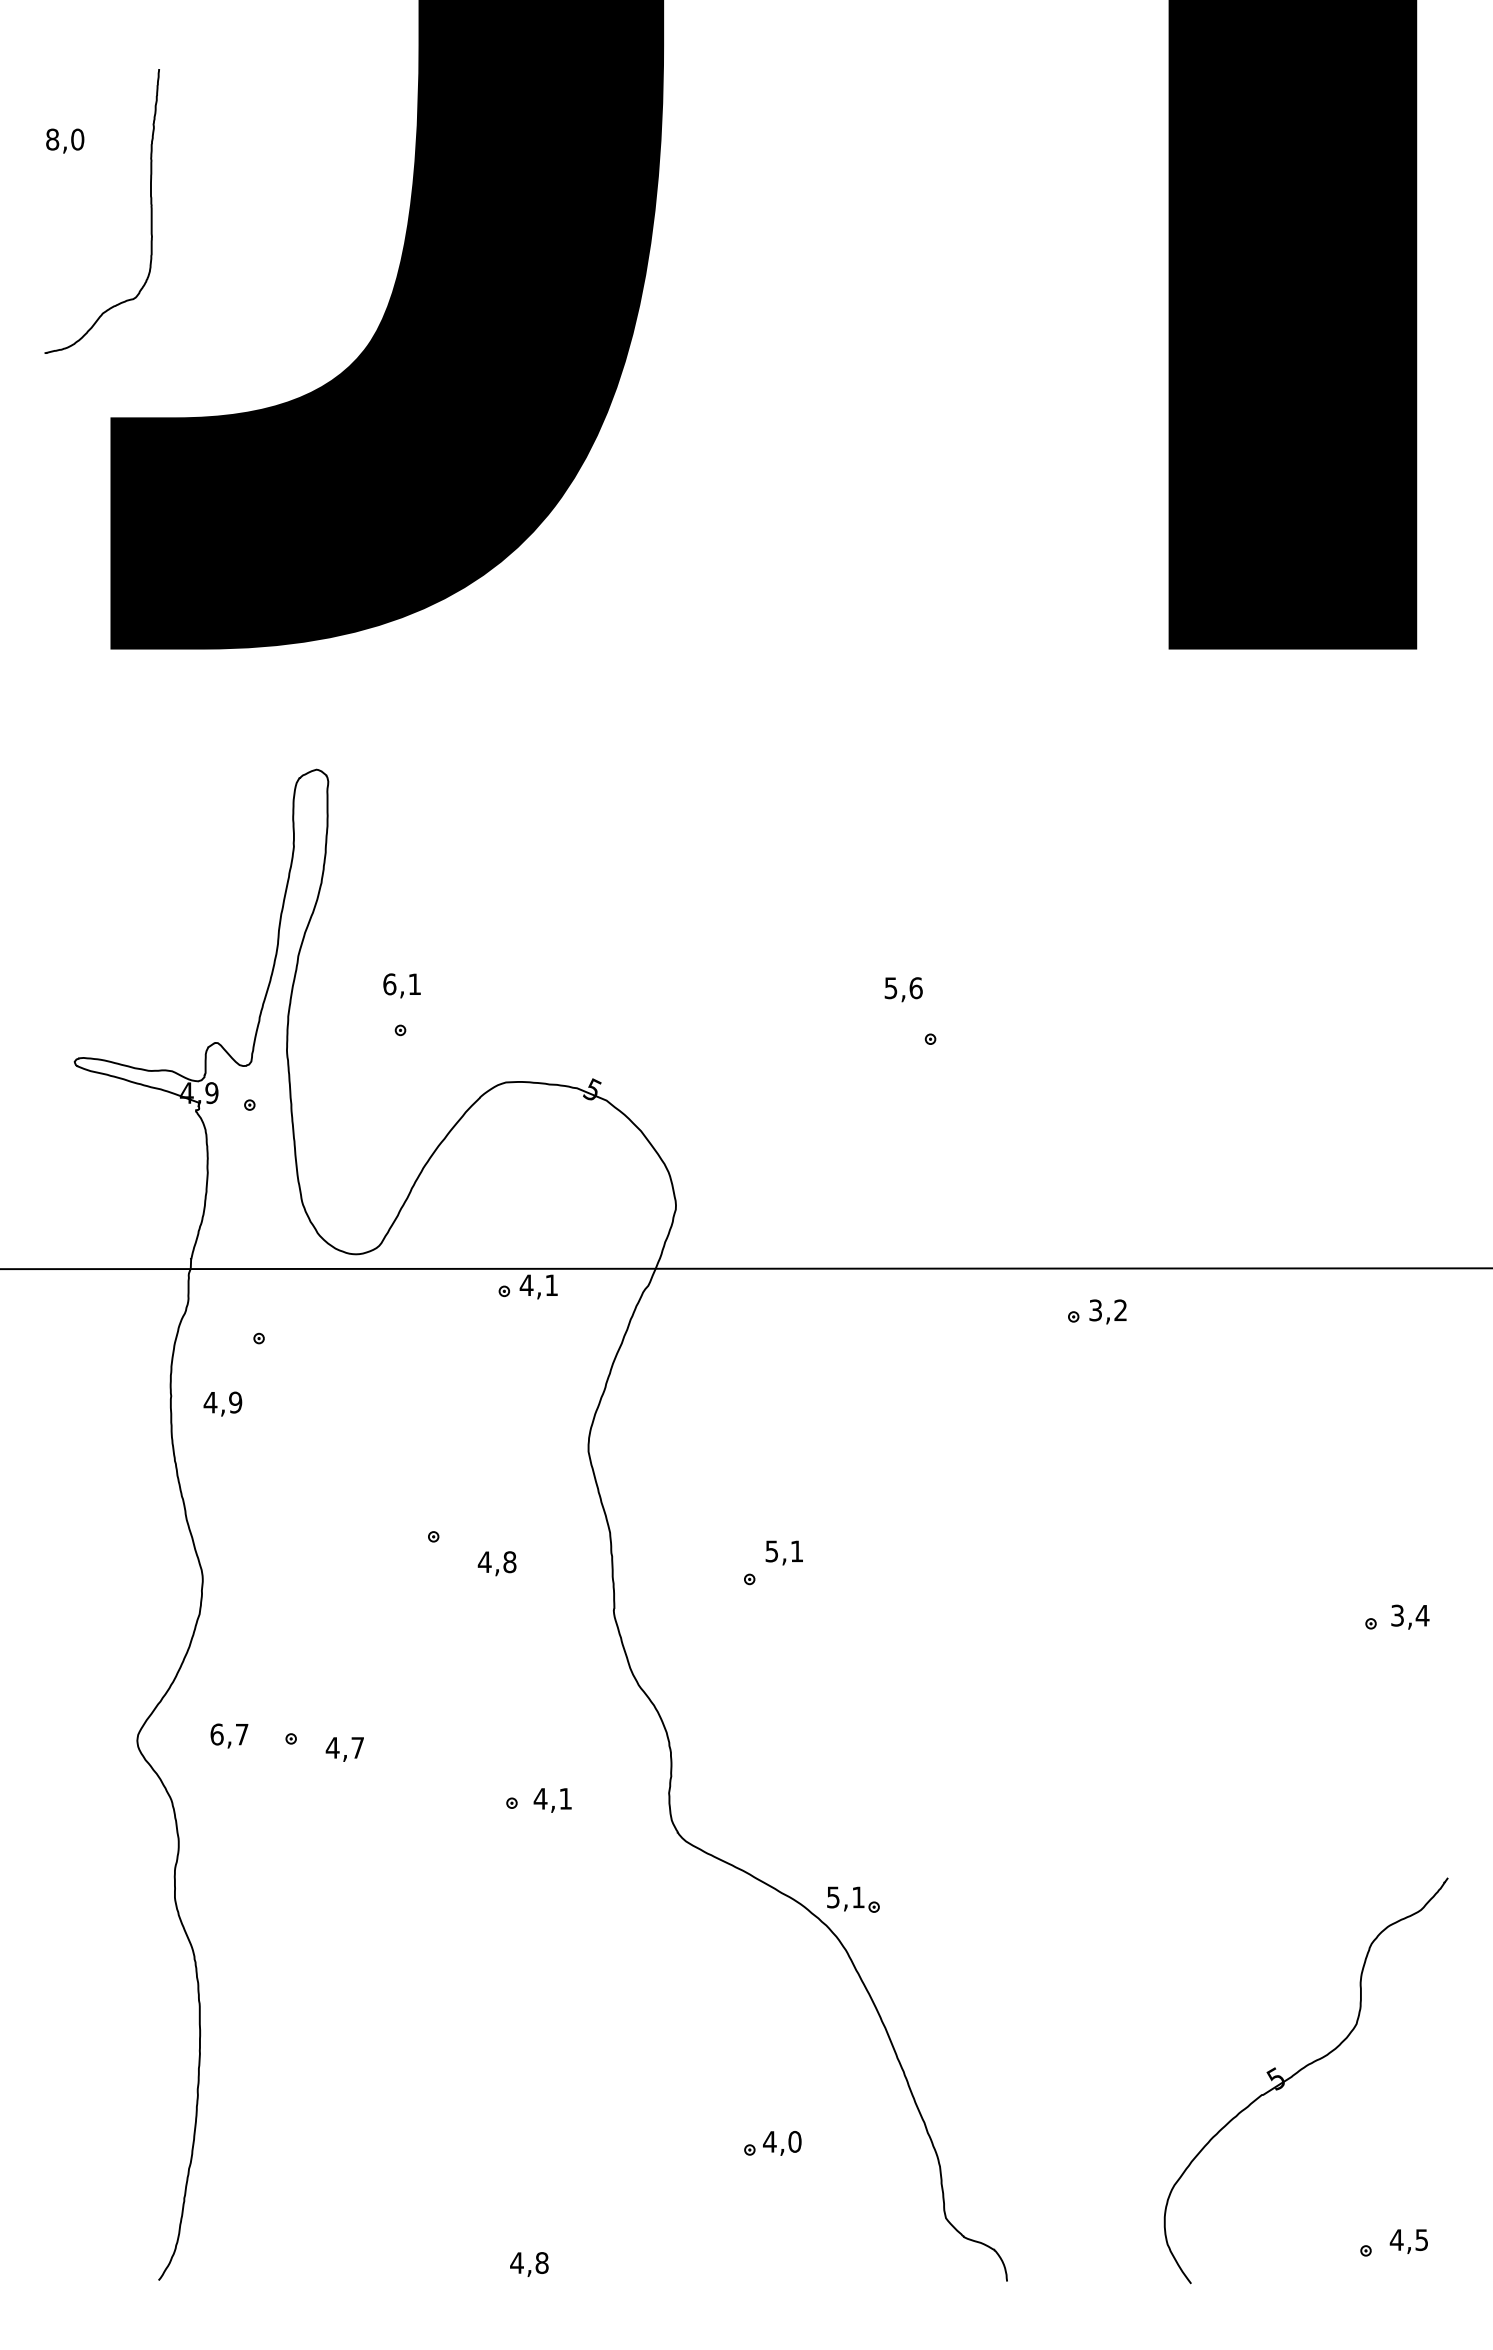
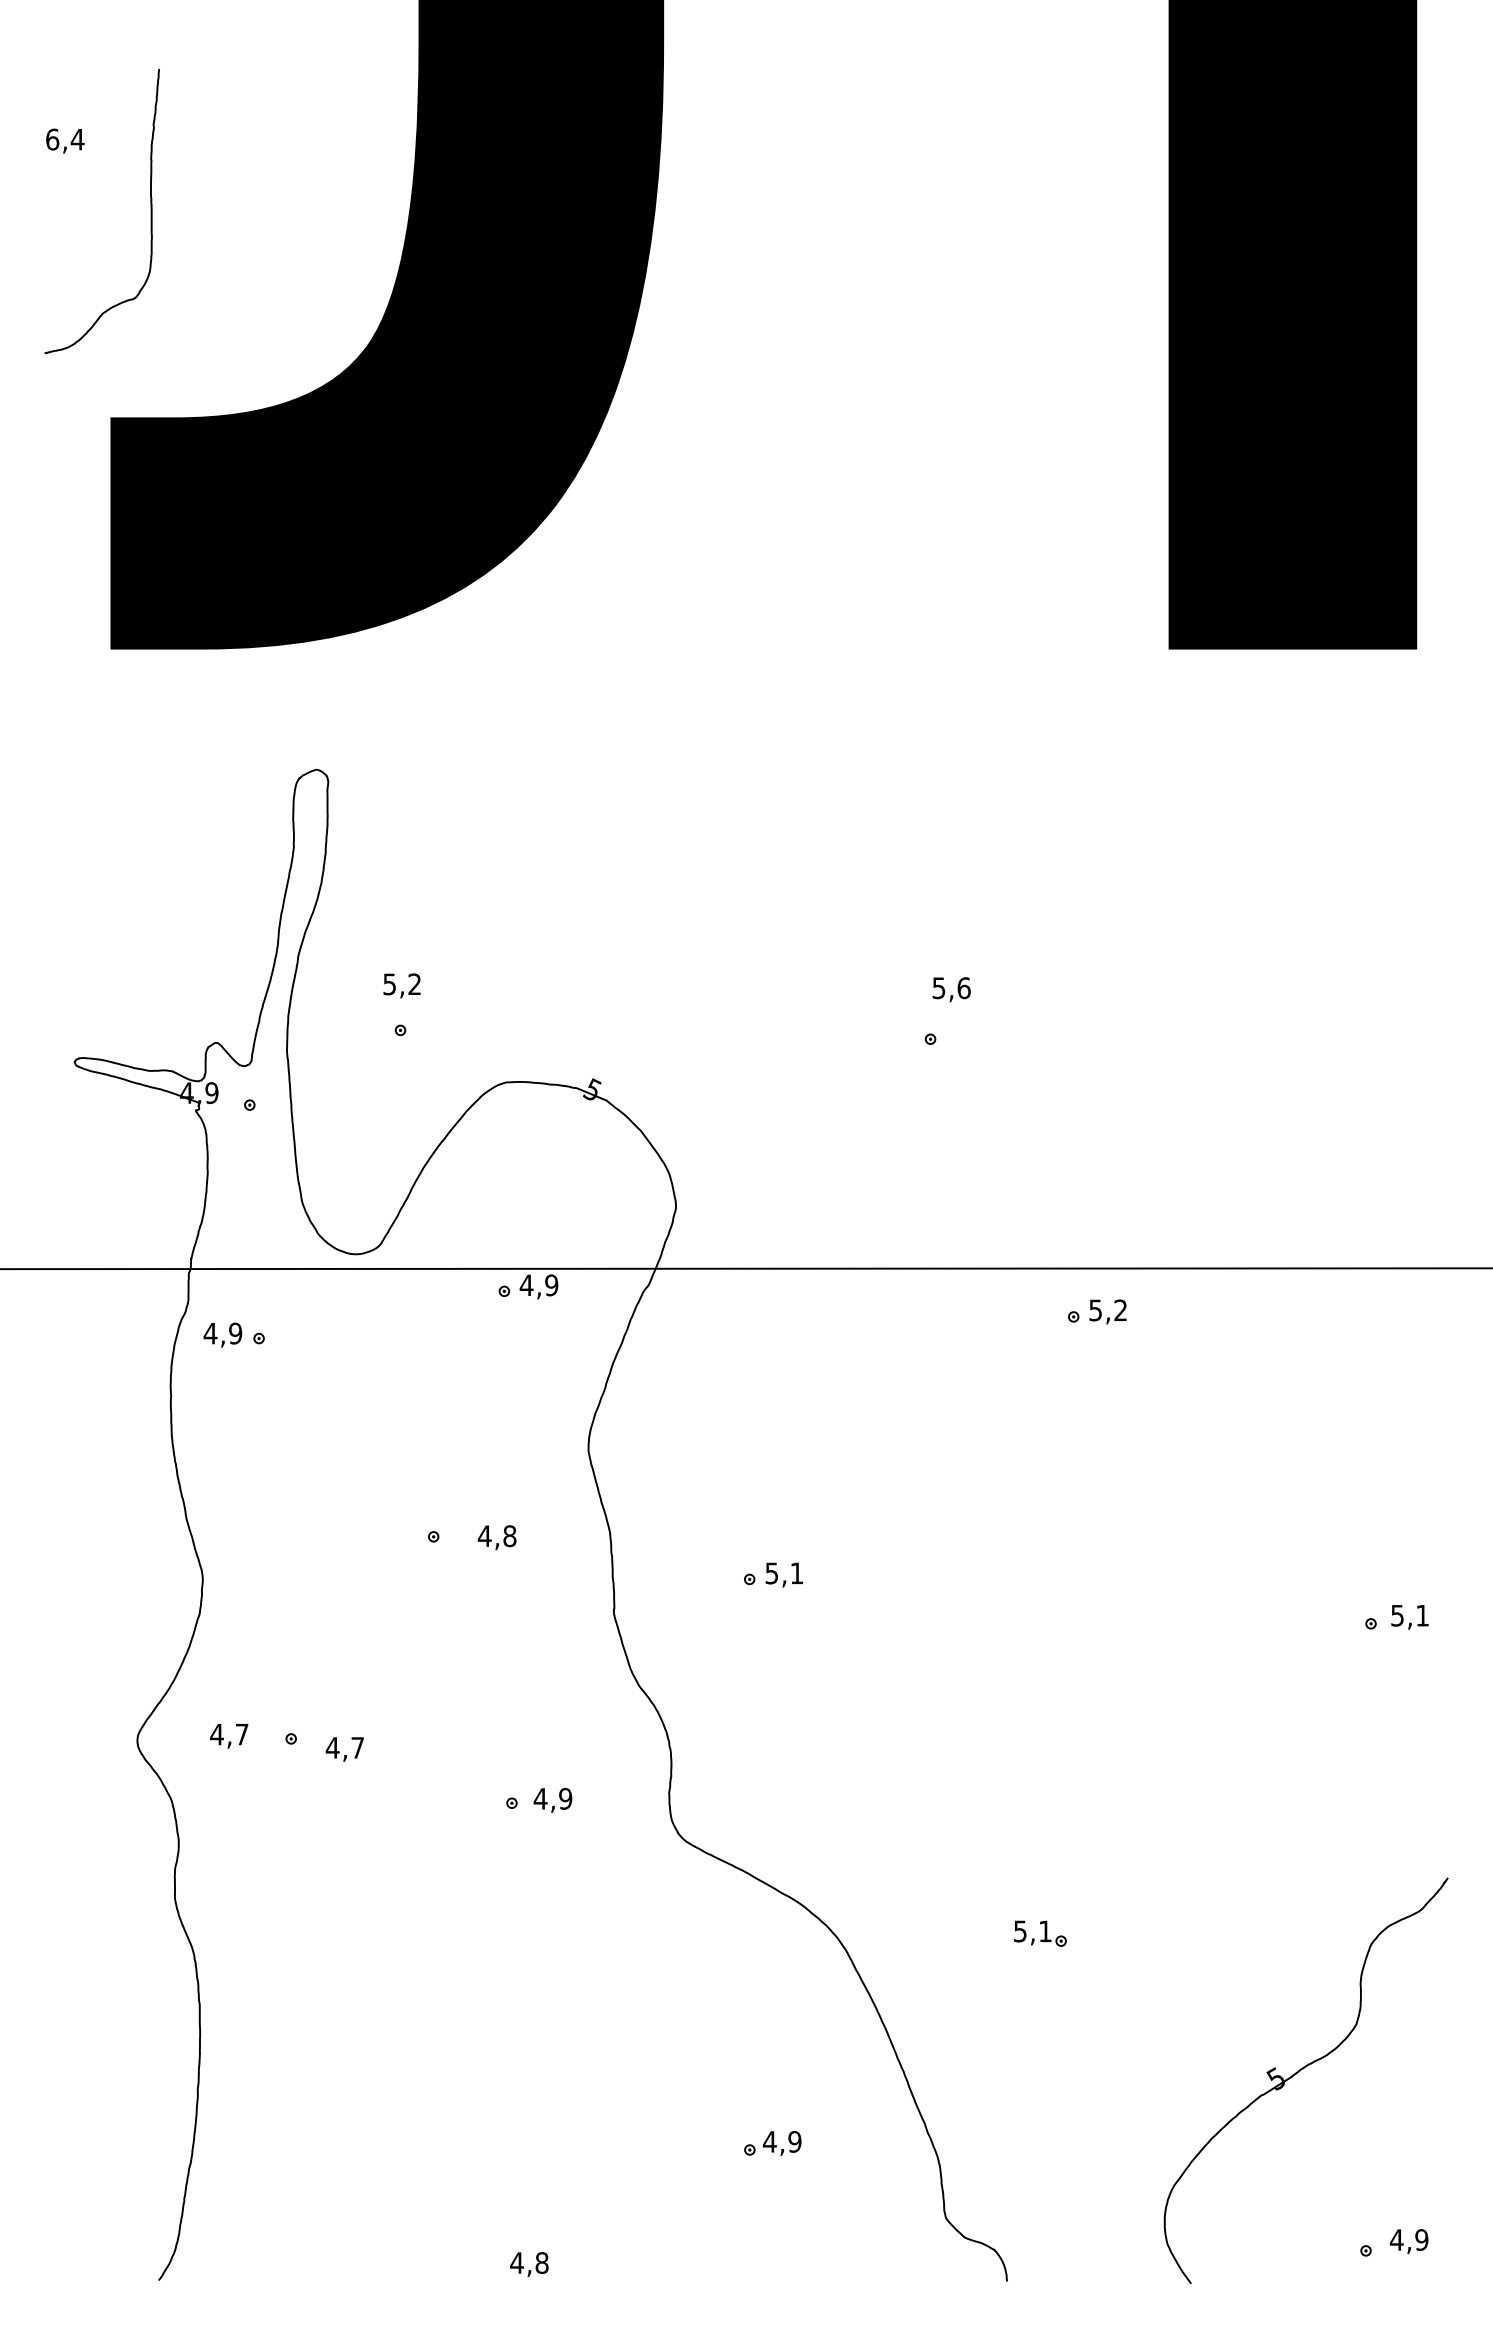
text at (65, 139): 8,0 -> 6,4
text at (401, 984): 6,1 -> 5,2
text at (903, 989) position: (903, 989) -> (951, 989)
text at (551, 1285): 4,1 -> 4,9
text at (1095, 1309): 3,2 -> 5,2
text at (222, 1403) position: (222, 1403) -> (222, 1334)
text at (783, 1552) position: (783, 1552) -> (783, 1574)
text at (496, 1563) position: (496, 1563) -> (496, 1537)
text at (1410, 1615): 3,4 -> 5,1
text at (216, 1734): 6,7 -> 4,7
text at (565, 1798): 4,1 -> 4,9
part at (853, 1899) position: (853, 1899) -> (1040, 1933)
text at (794, 2141): 4,0 -> 4,9
text at (1421, 2239): 4,5 -> 4,9
